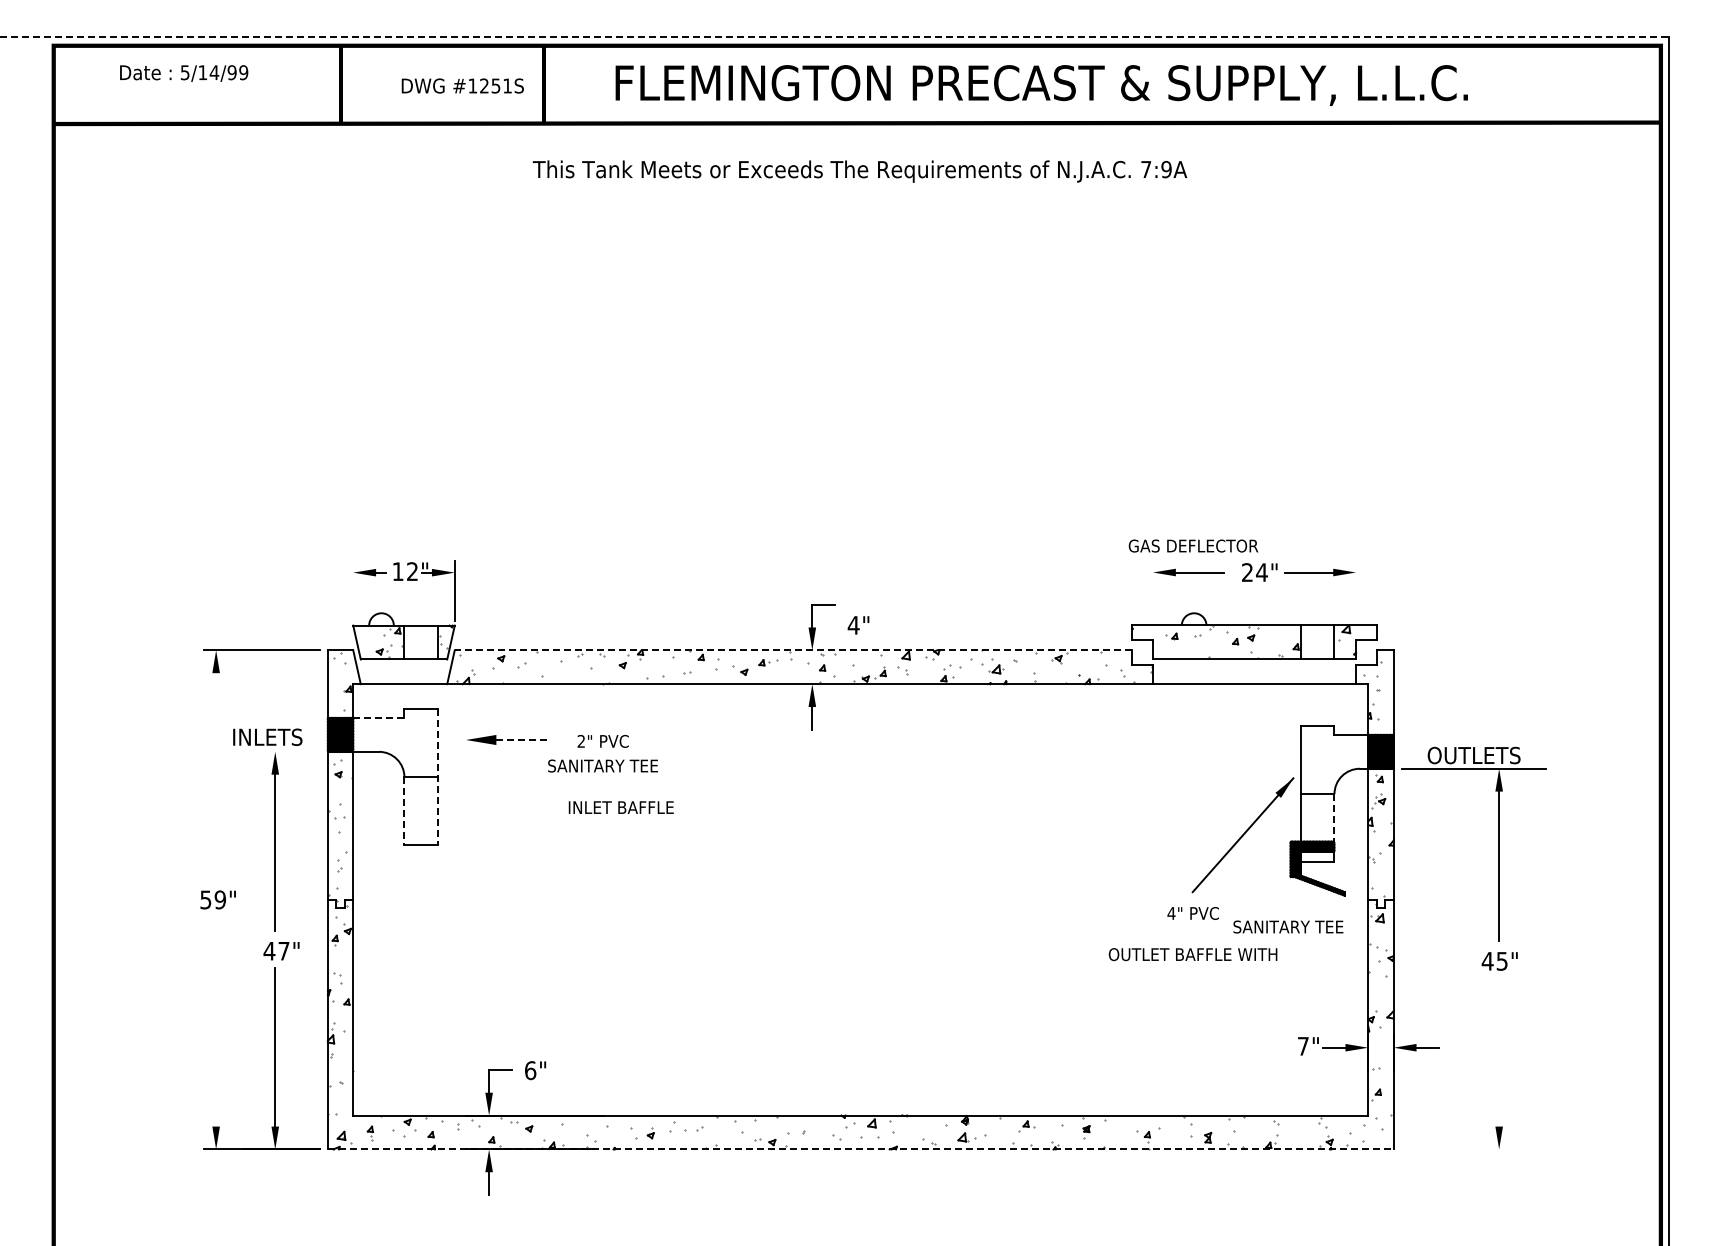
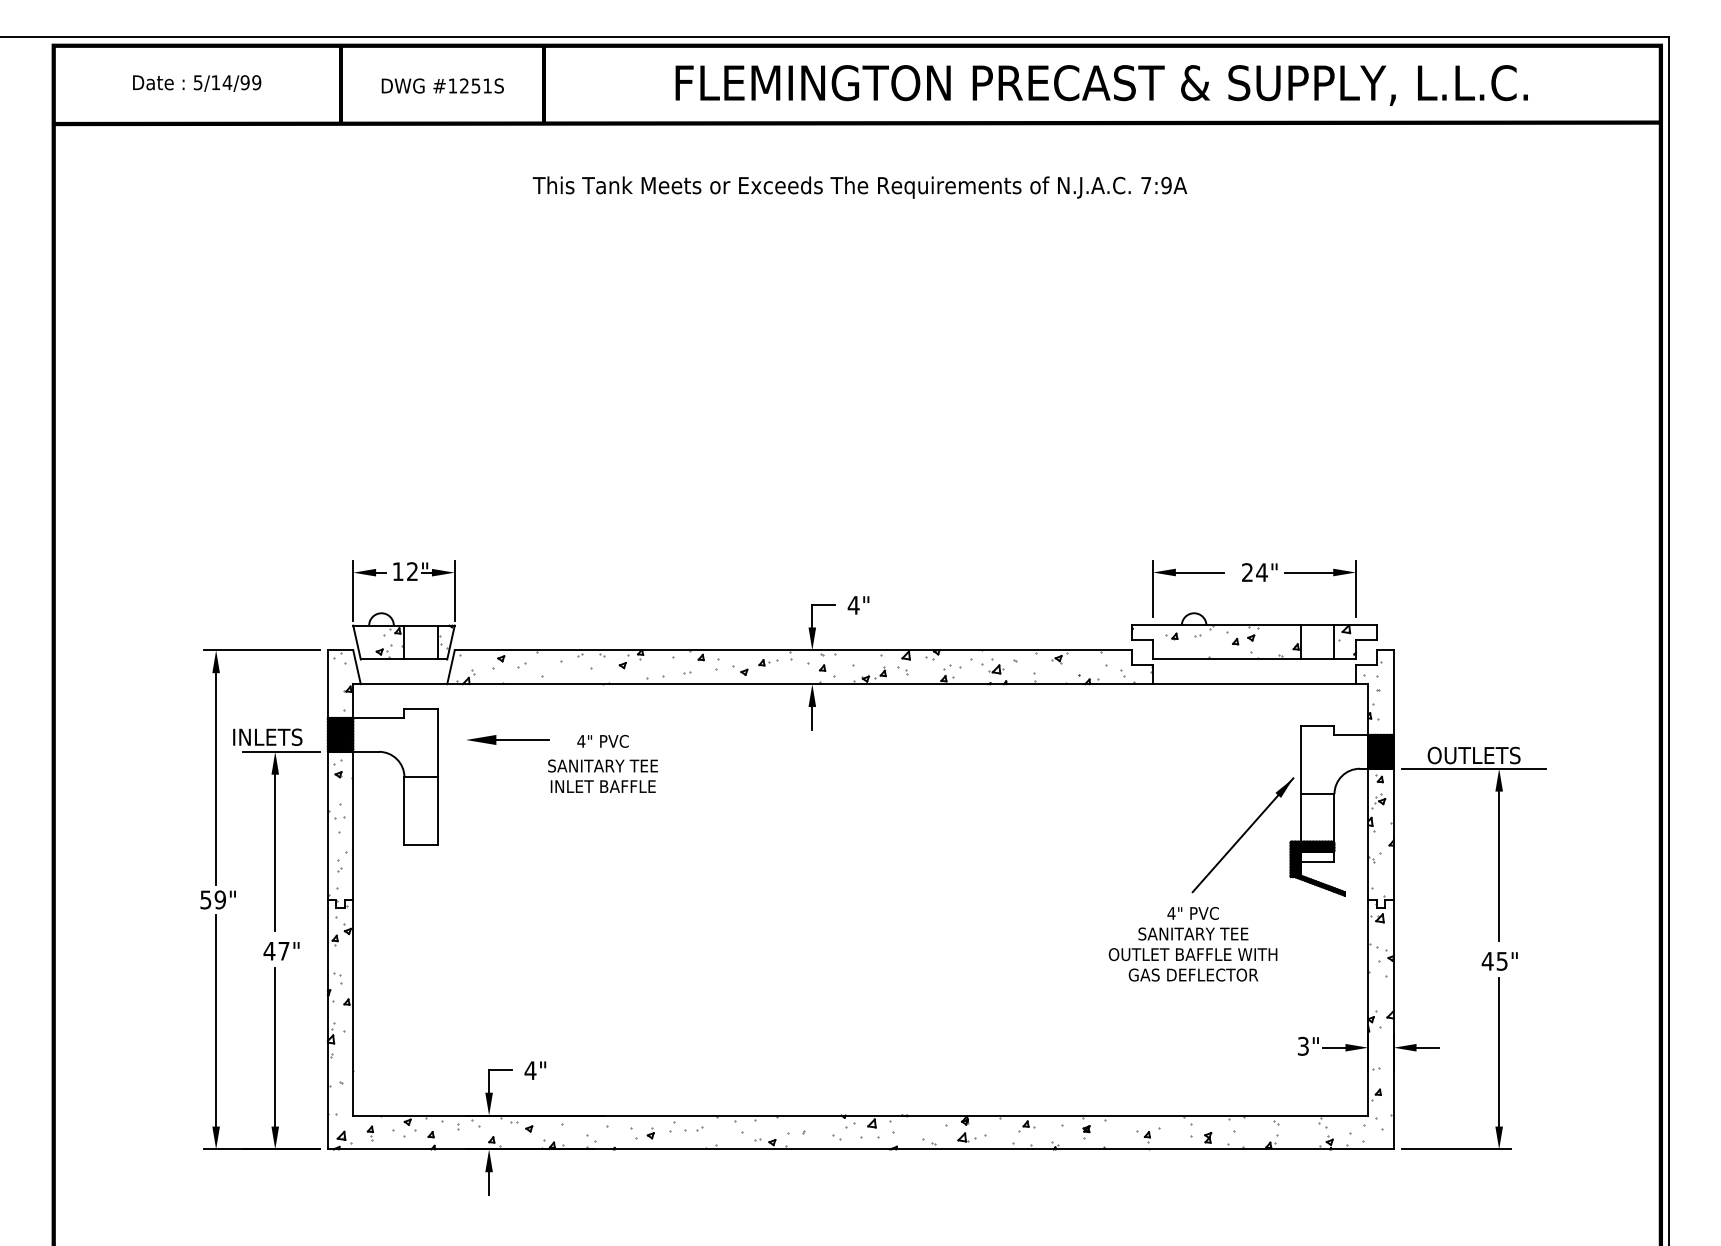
line at (835, 37): dashed -> solid
text at (184, 73) position: (184, 73) -> (197, 83)
text at (462, 85) position: (462, 85) -> (442, 85)
text at (1041, 85) position: (1041, 85) -> (1101, 85)
text at (859, 171) position: (859, 171) -> (859, 187)
text at (1193, 545) position: (1193, 545) -> (1193, 974)
line at (1153, 588): none -> present
line at (1356, 588): none -> present
line at (353, 590): none -> present
text at (858, 625) position: (858, 625) -> (858, 605)
line at (793, 650): dashed -> solid
line at (378, 718): dashed -> solid
line at (522, 740): dashed -> solid
text at (581, 740): 2" -> 4"
line at (281, 751): none -> present
line at (438, 776): dashed -> solid
line at (216, 778): none -> present
text at (620, 807) position: (620, 807) -> (602, 786)
line at (404, 811): dashed -> solid
line at (1334, 817): dashed -> solid
text at (1288, 926) position: (1288, 926) -> (1193, 933)
line at (216, 1020): none -> present
text at (1303, 1045): 7" -> 3"
line at (1499, 1051): none -> present
text at (530, 1070): 6" -> 4"
line at (860, 1149): dashed -> solid
line at (1456, 1149): none -> present
